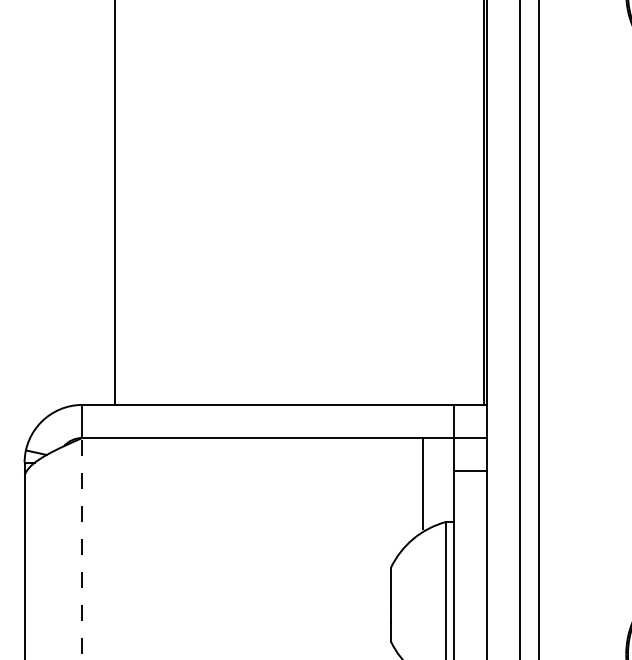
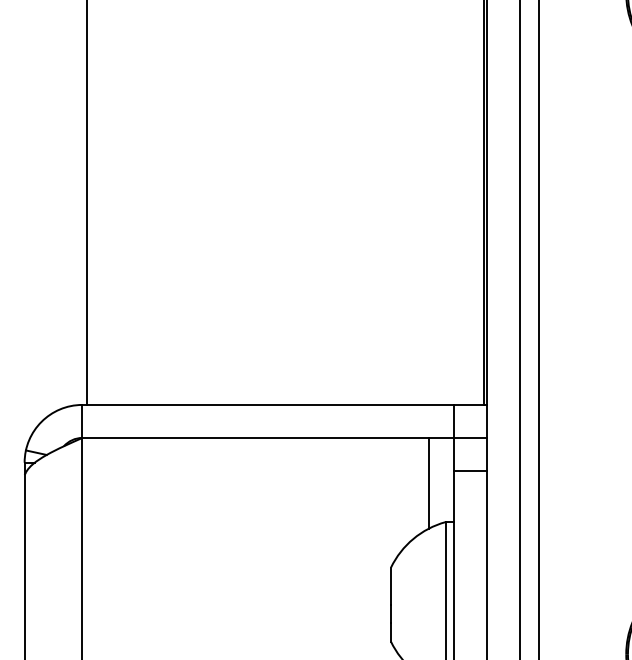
line at (115, 203) position: (115, 203) -> (87, 203)
line at (423, 482) position: (423, 482) -> (429, 482)
line at (82, 548): dashed -> solid
